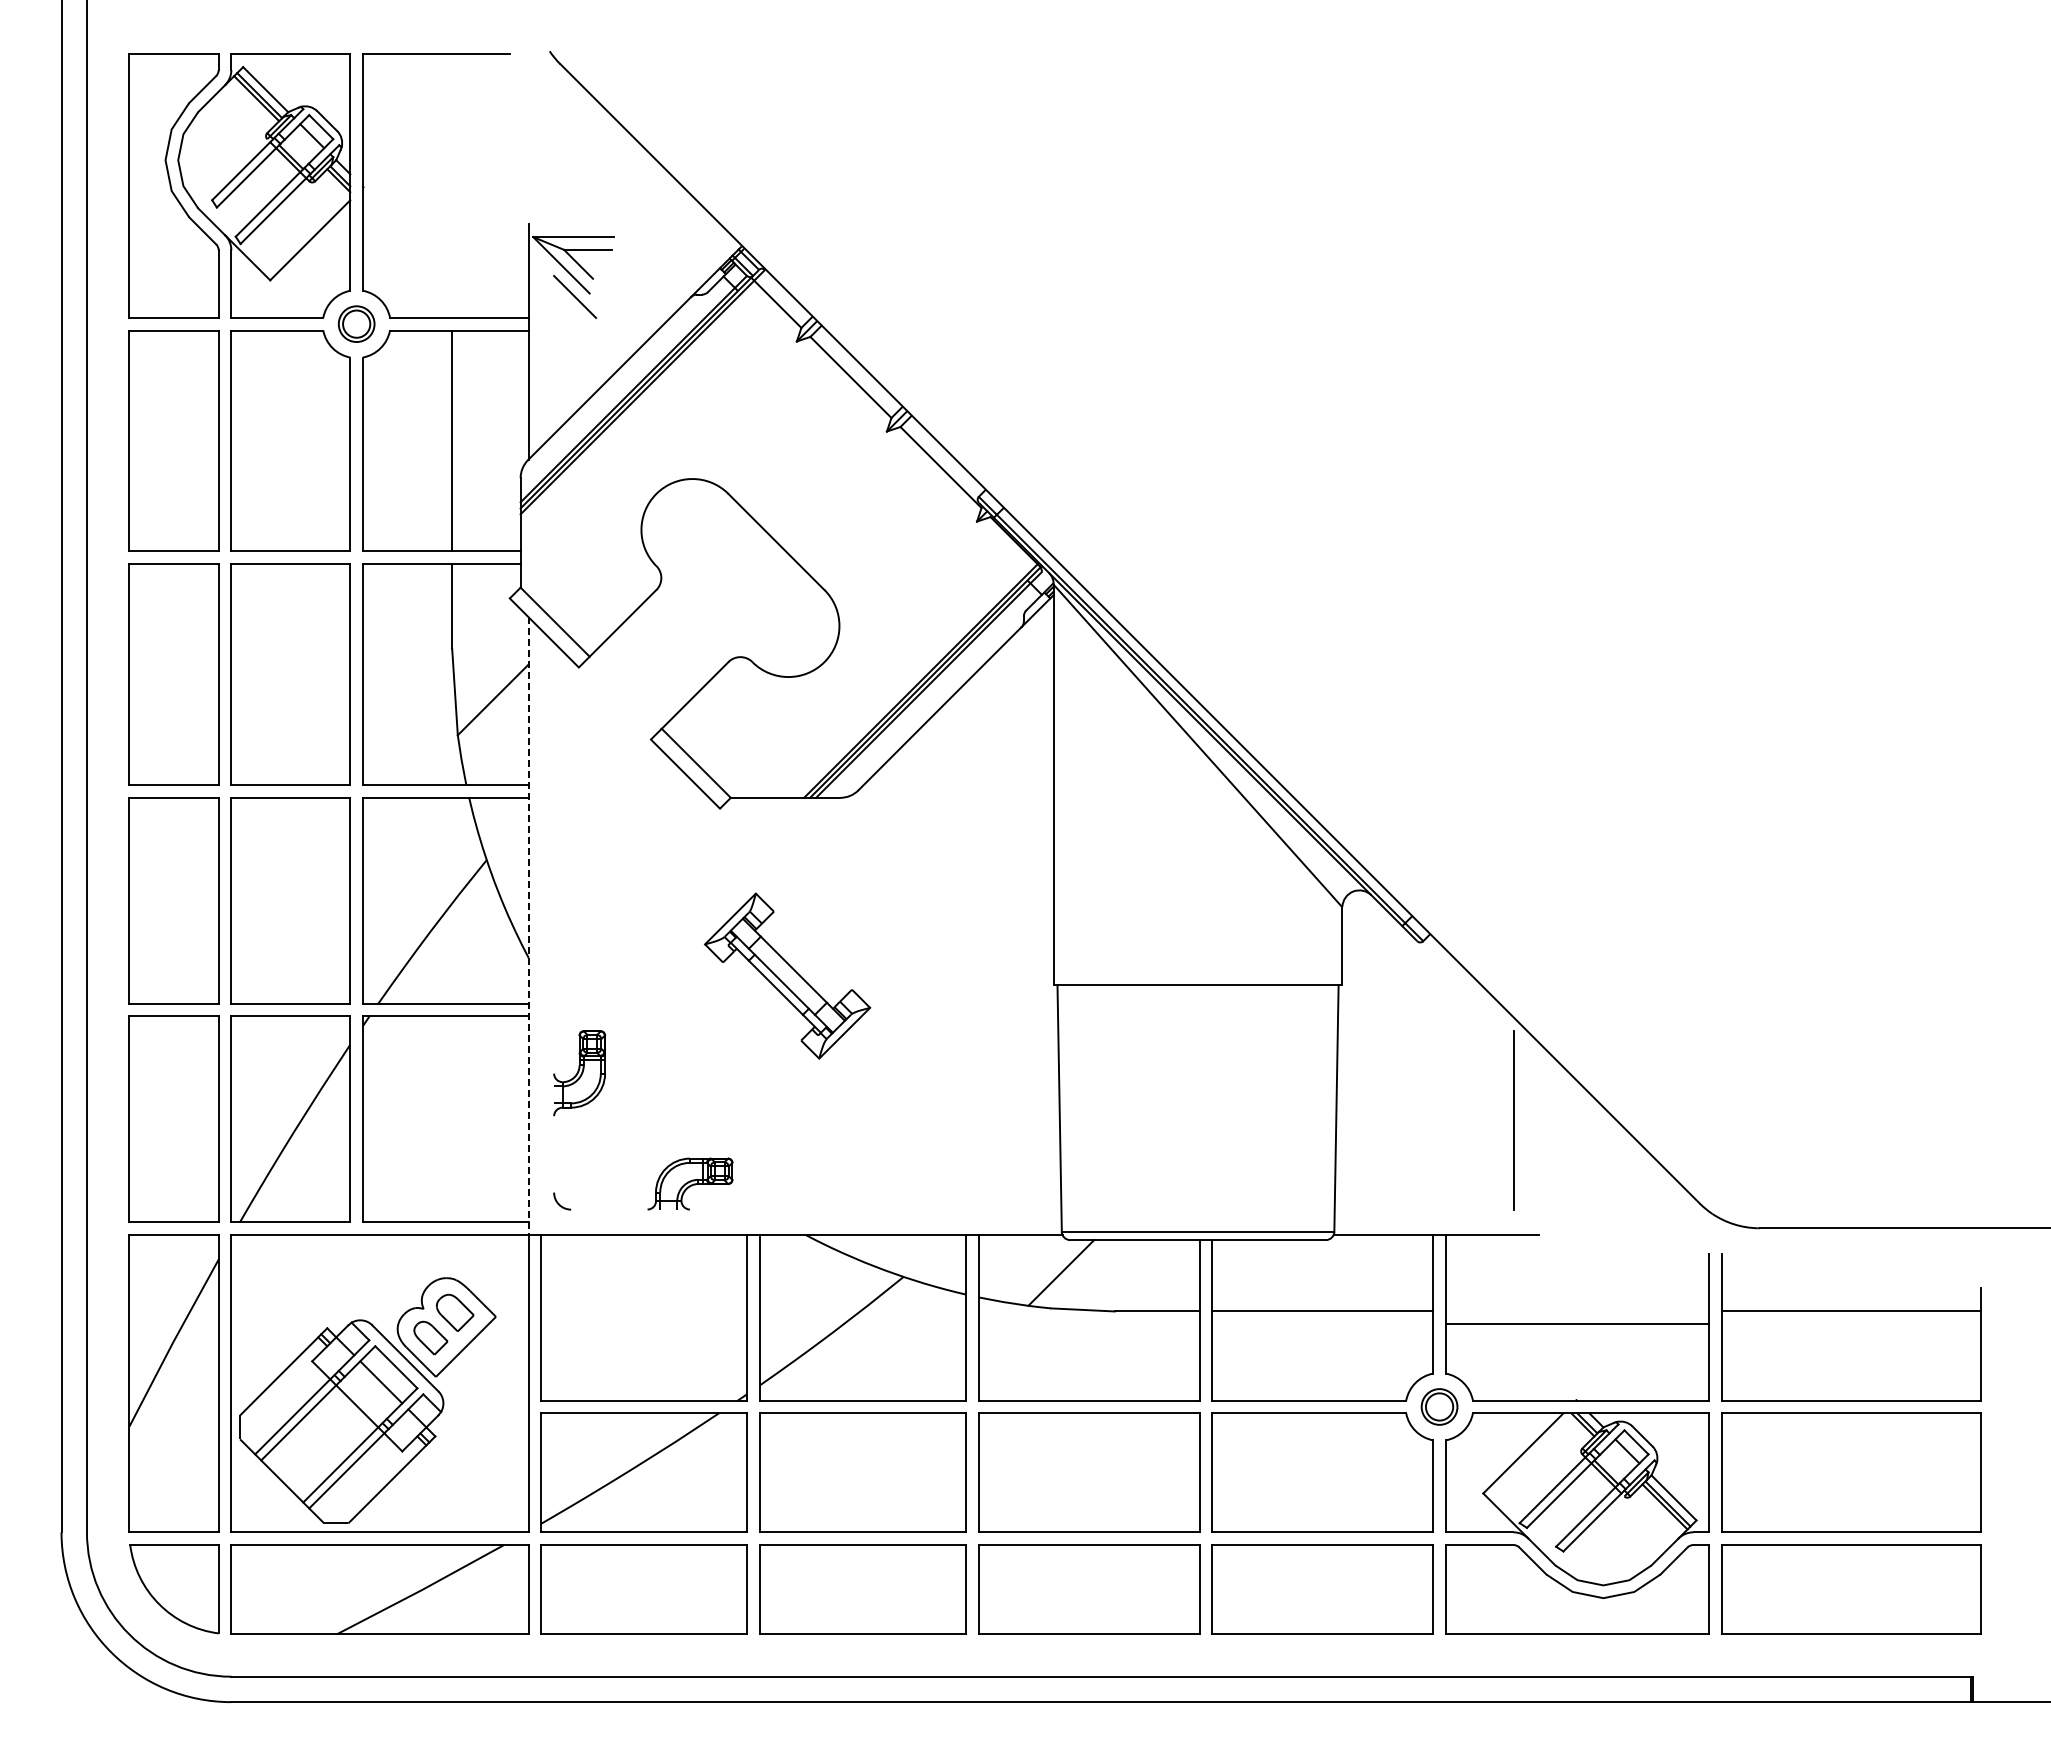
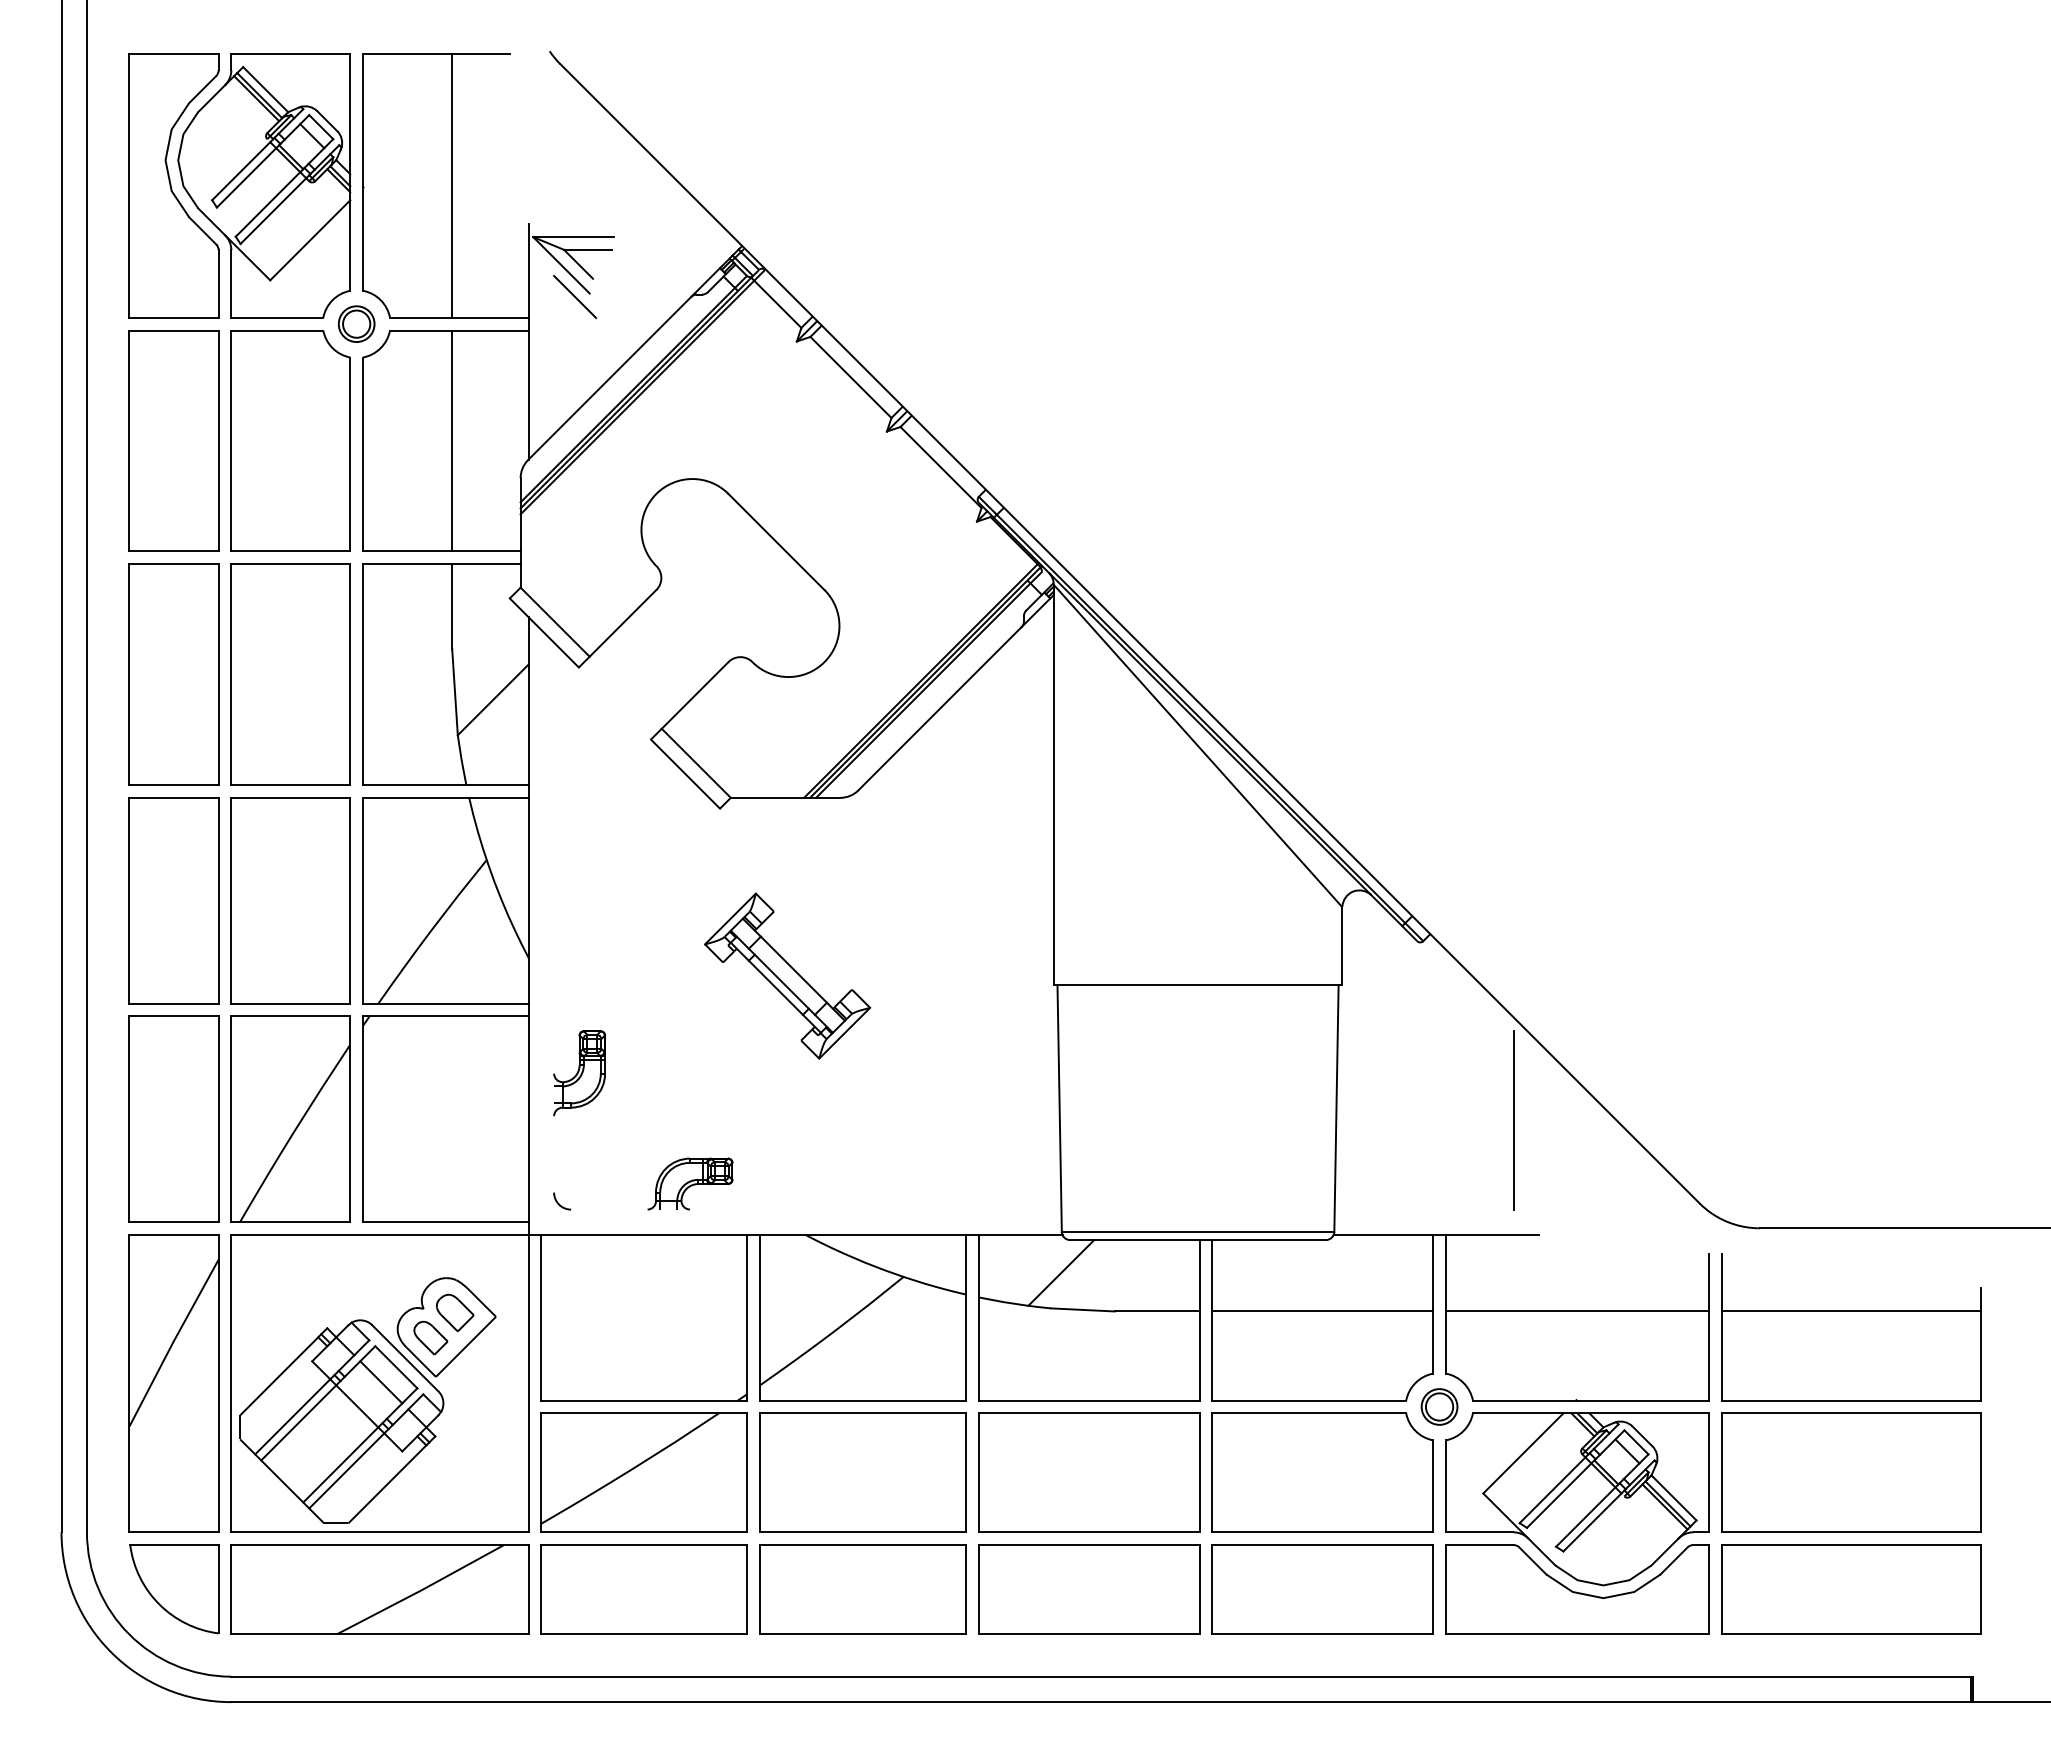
line at (452, 185): none -> present
line at (528, 926): dashed -> solid
line at (1577, 1324) position: (1577, 1324) -> (1577, 1311)
